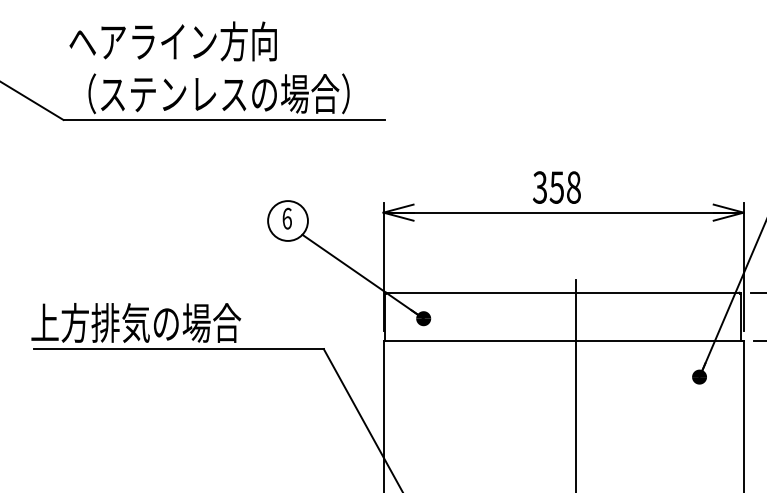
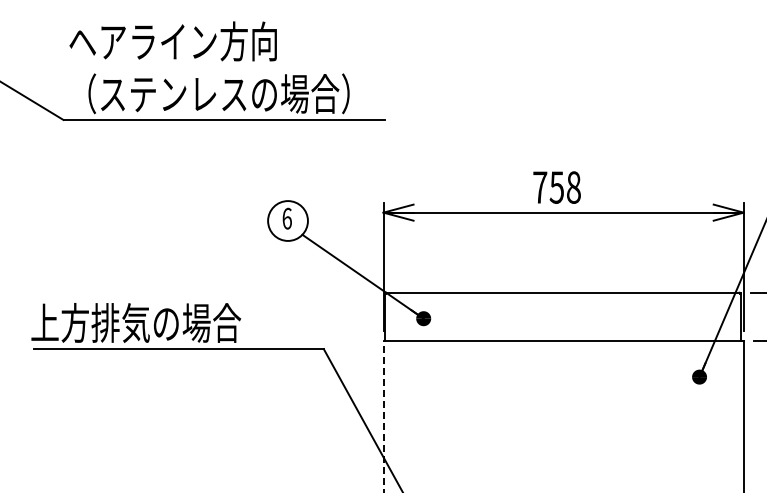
text at (539, 187): 358 -> 758
line at (575, 384): present -> none
line at (383, 416): solid -> dashed
